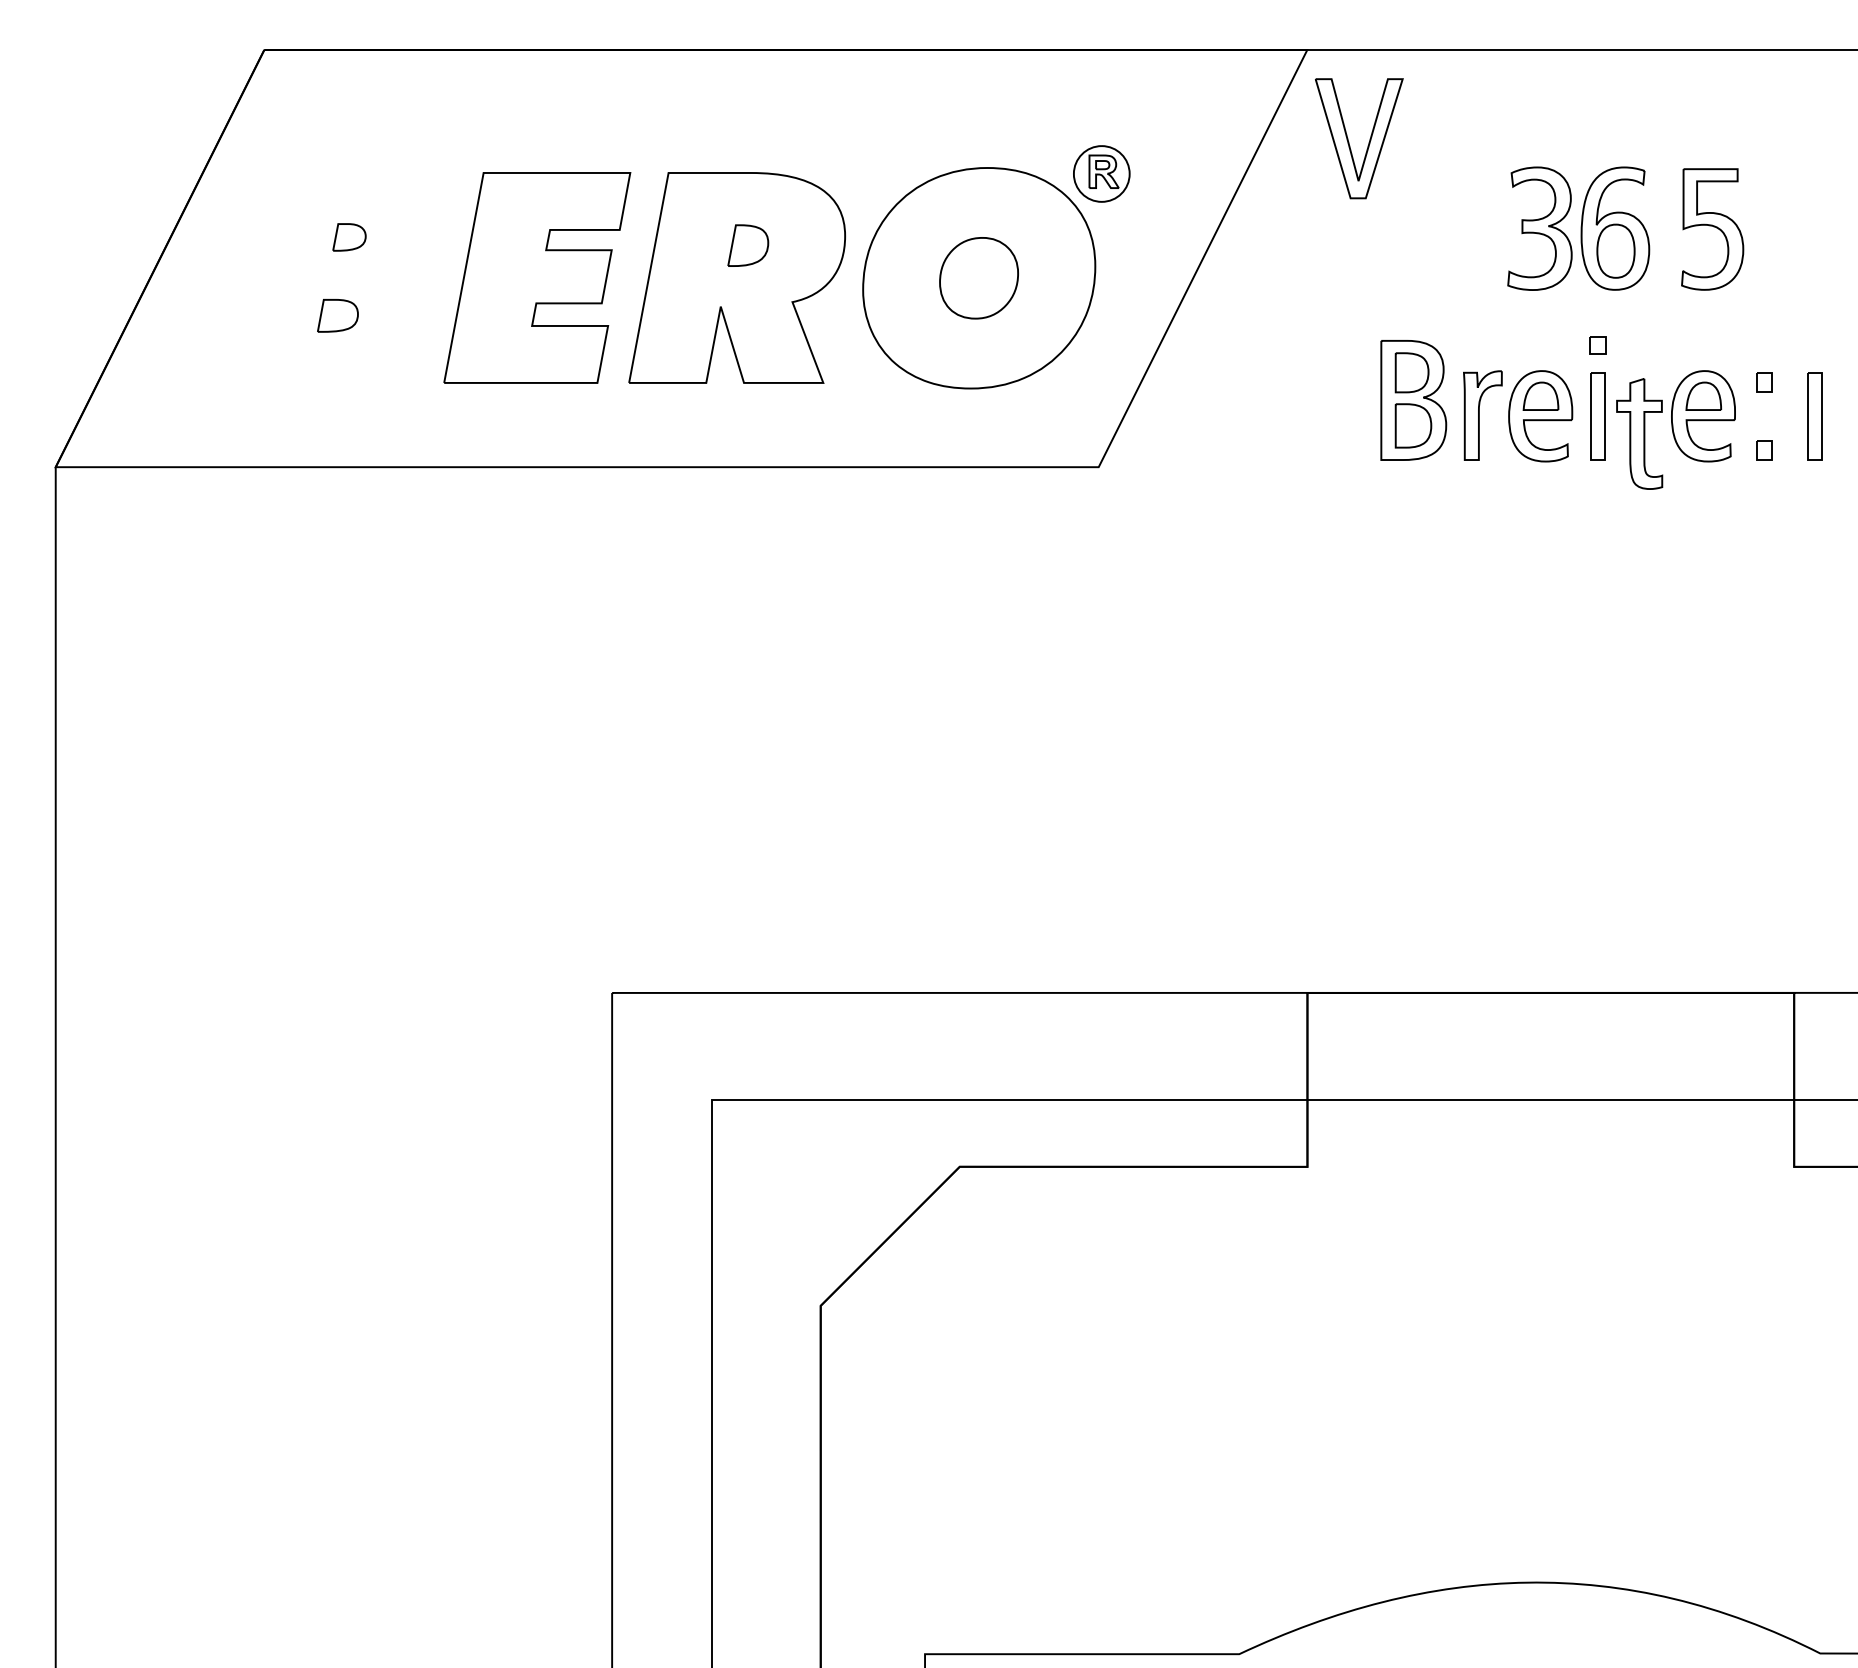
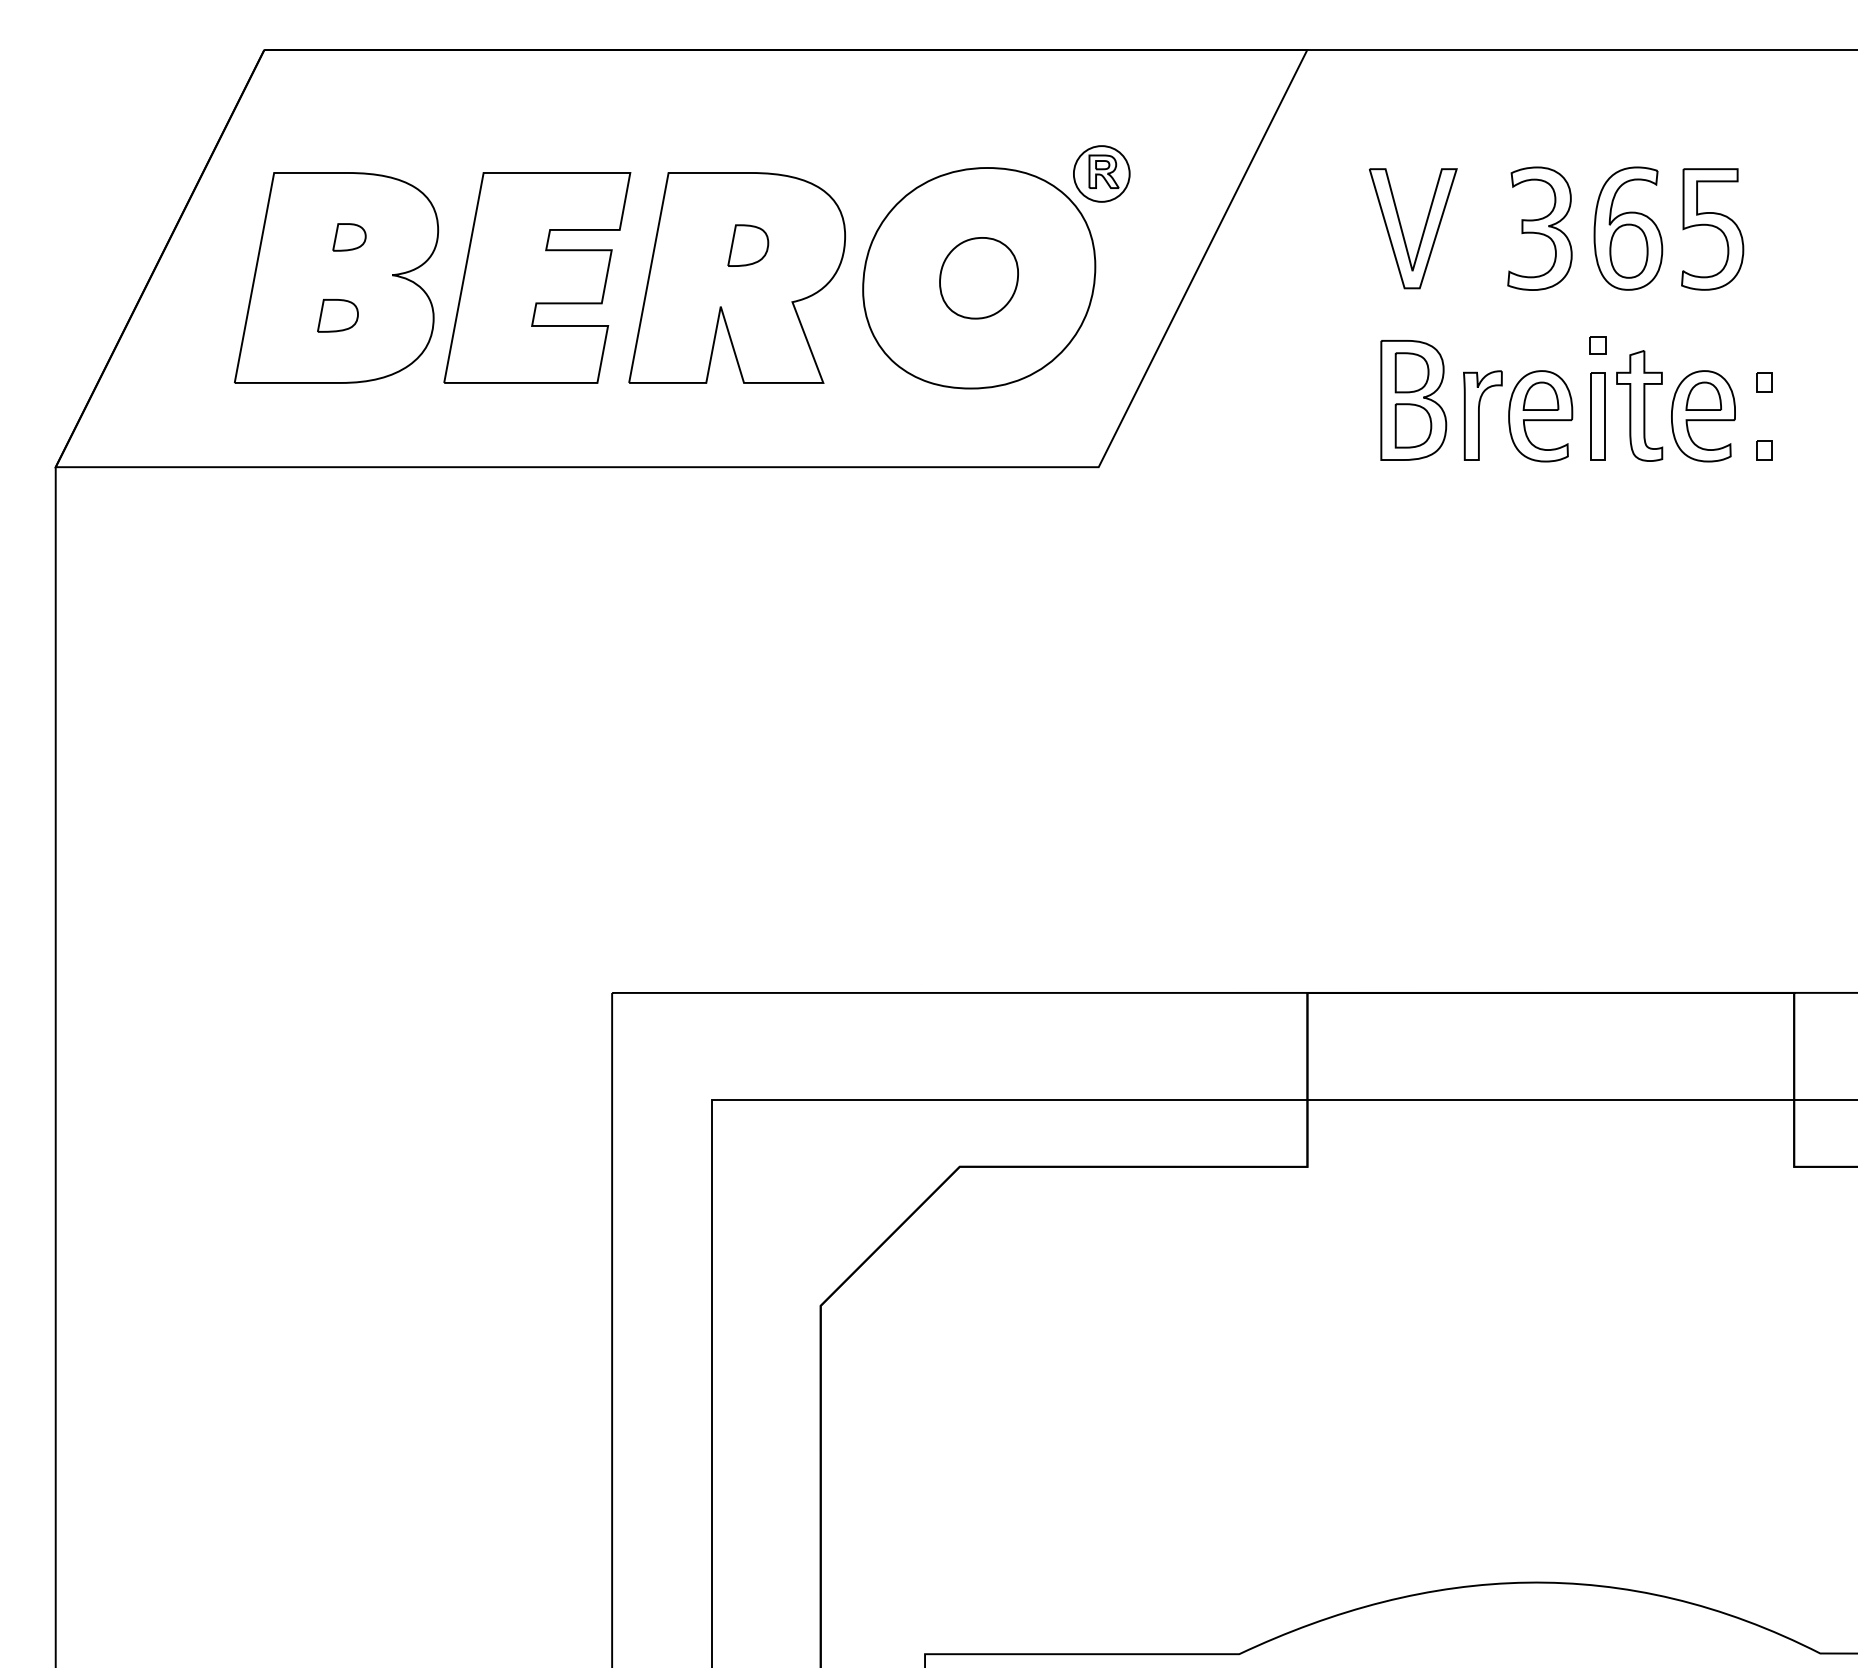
part at (1368, 142) position: (1368, 142) -> (1422, 232)
part at (1615, 228) position: (1615, 228) -> (1628, 228)
part at (336, 277): none -> present
part at (1814, 416): present -> none
part at (1639, 433) position: (1639, 433) -> (1639, 405)
